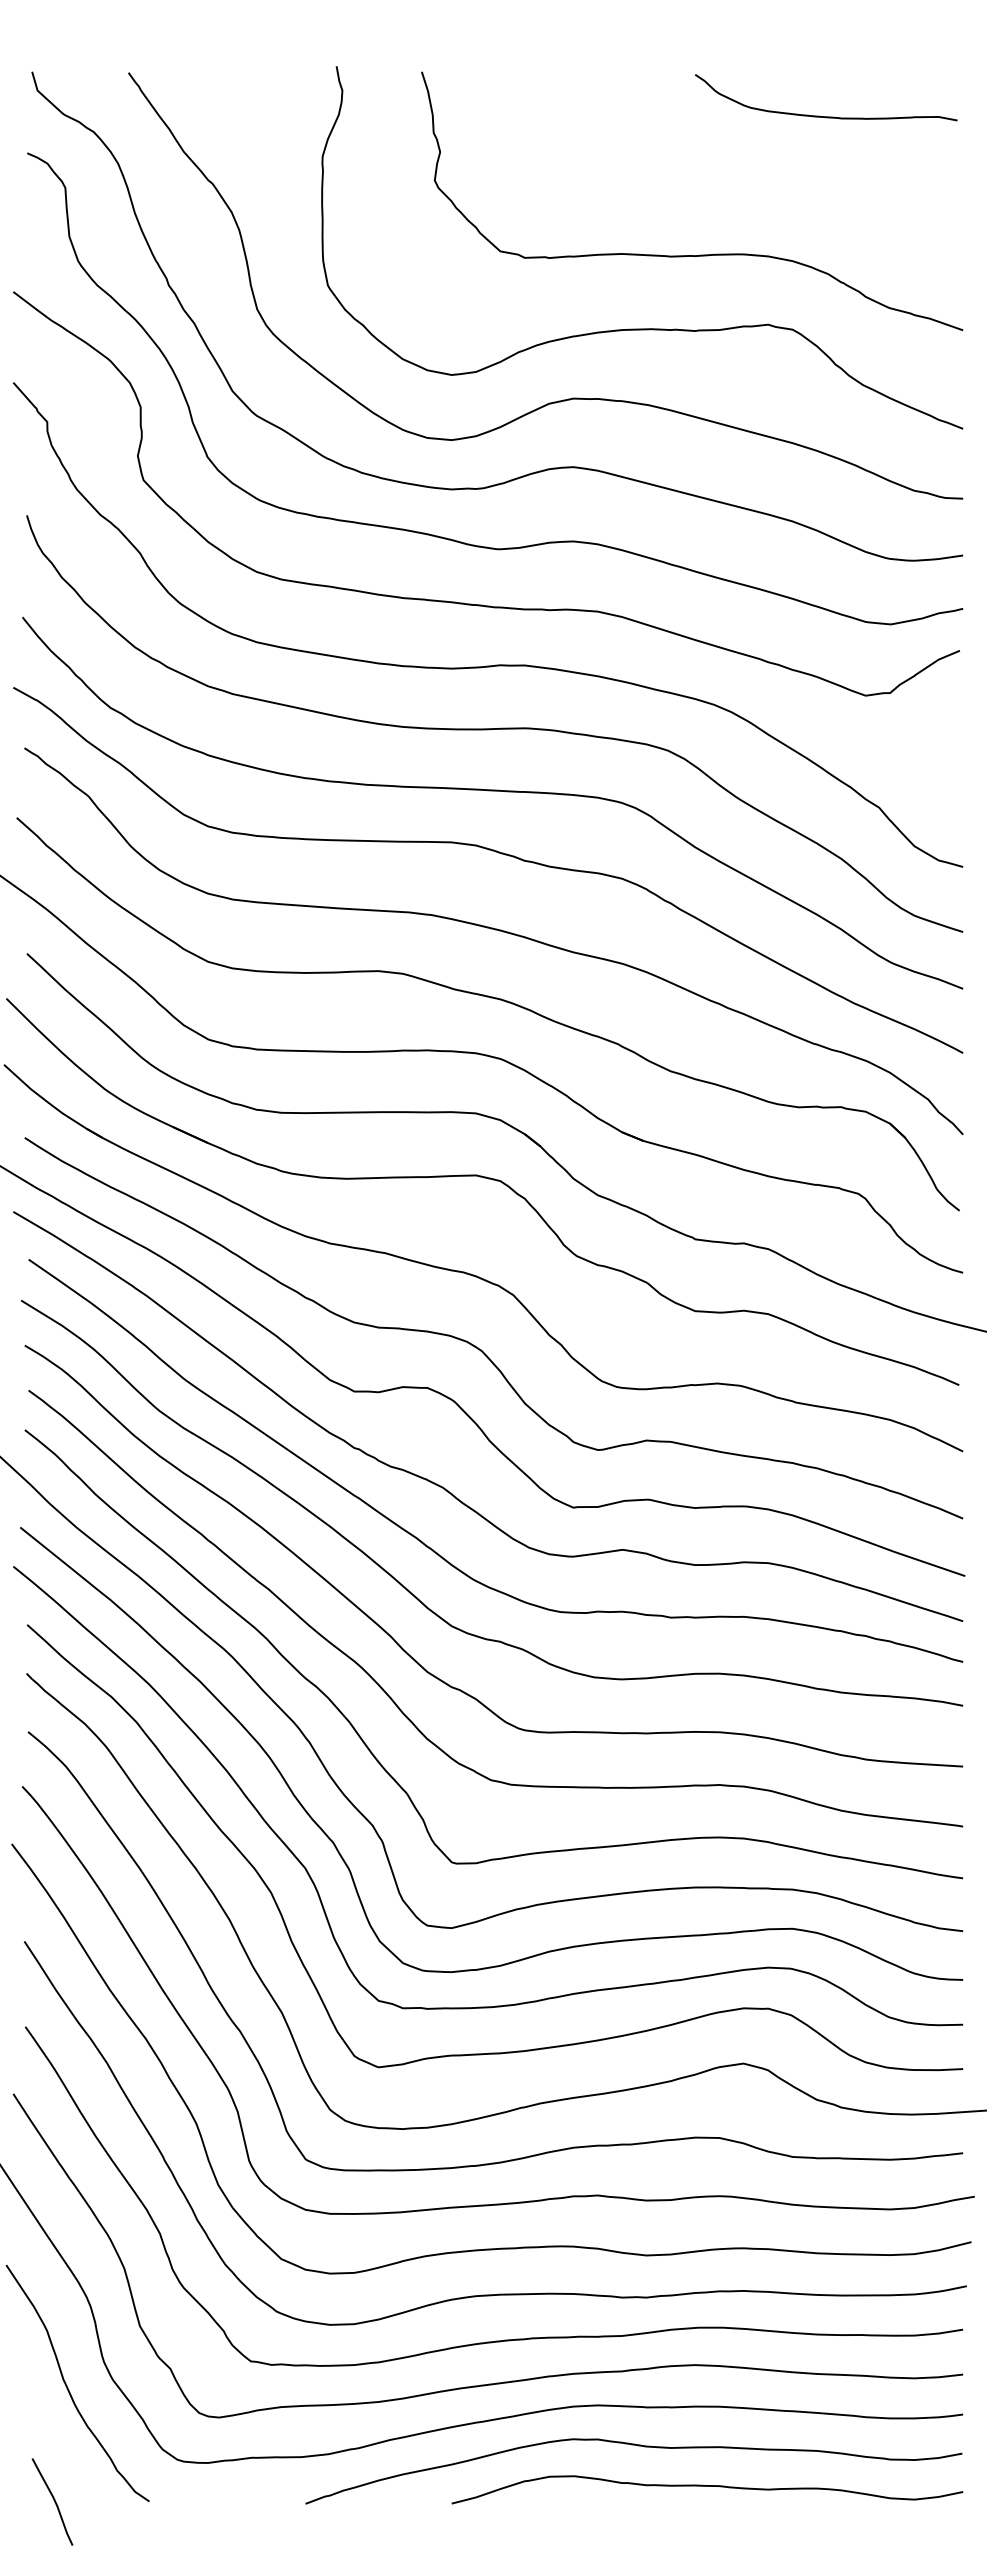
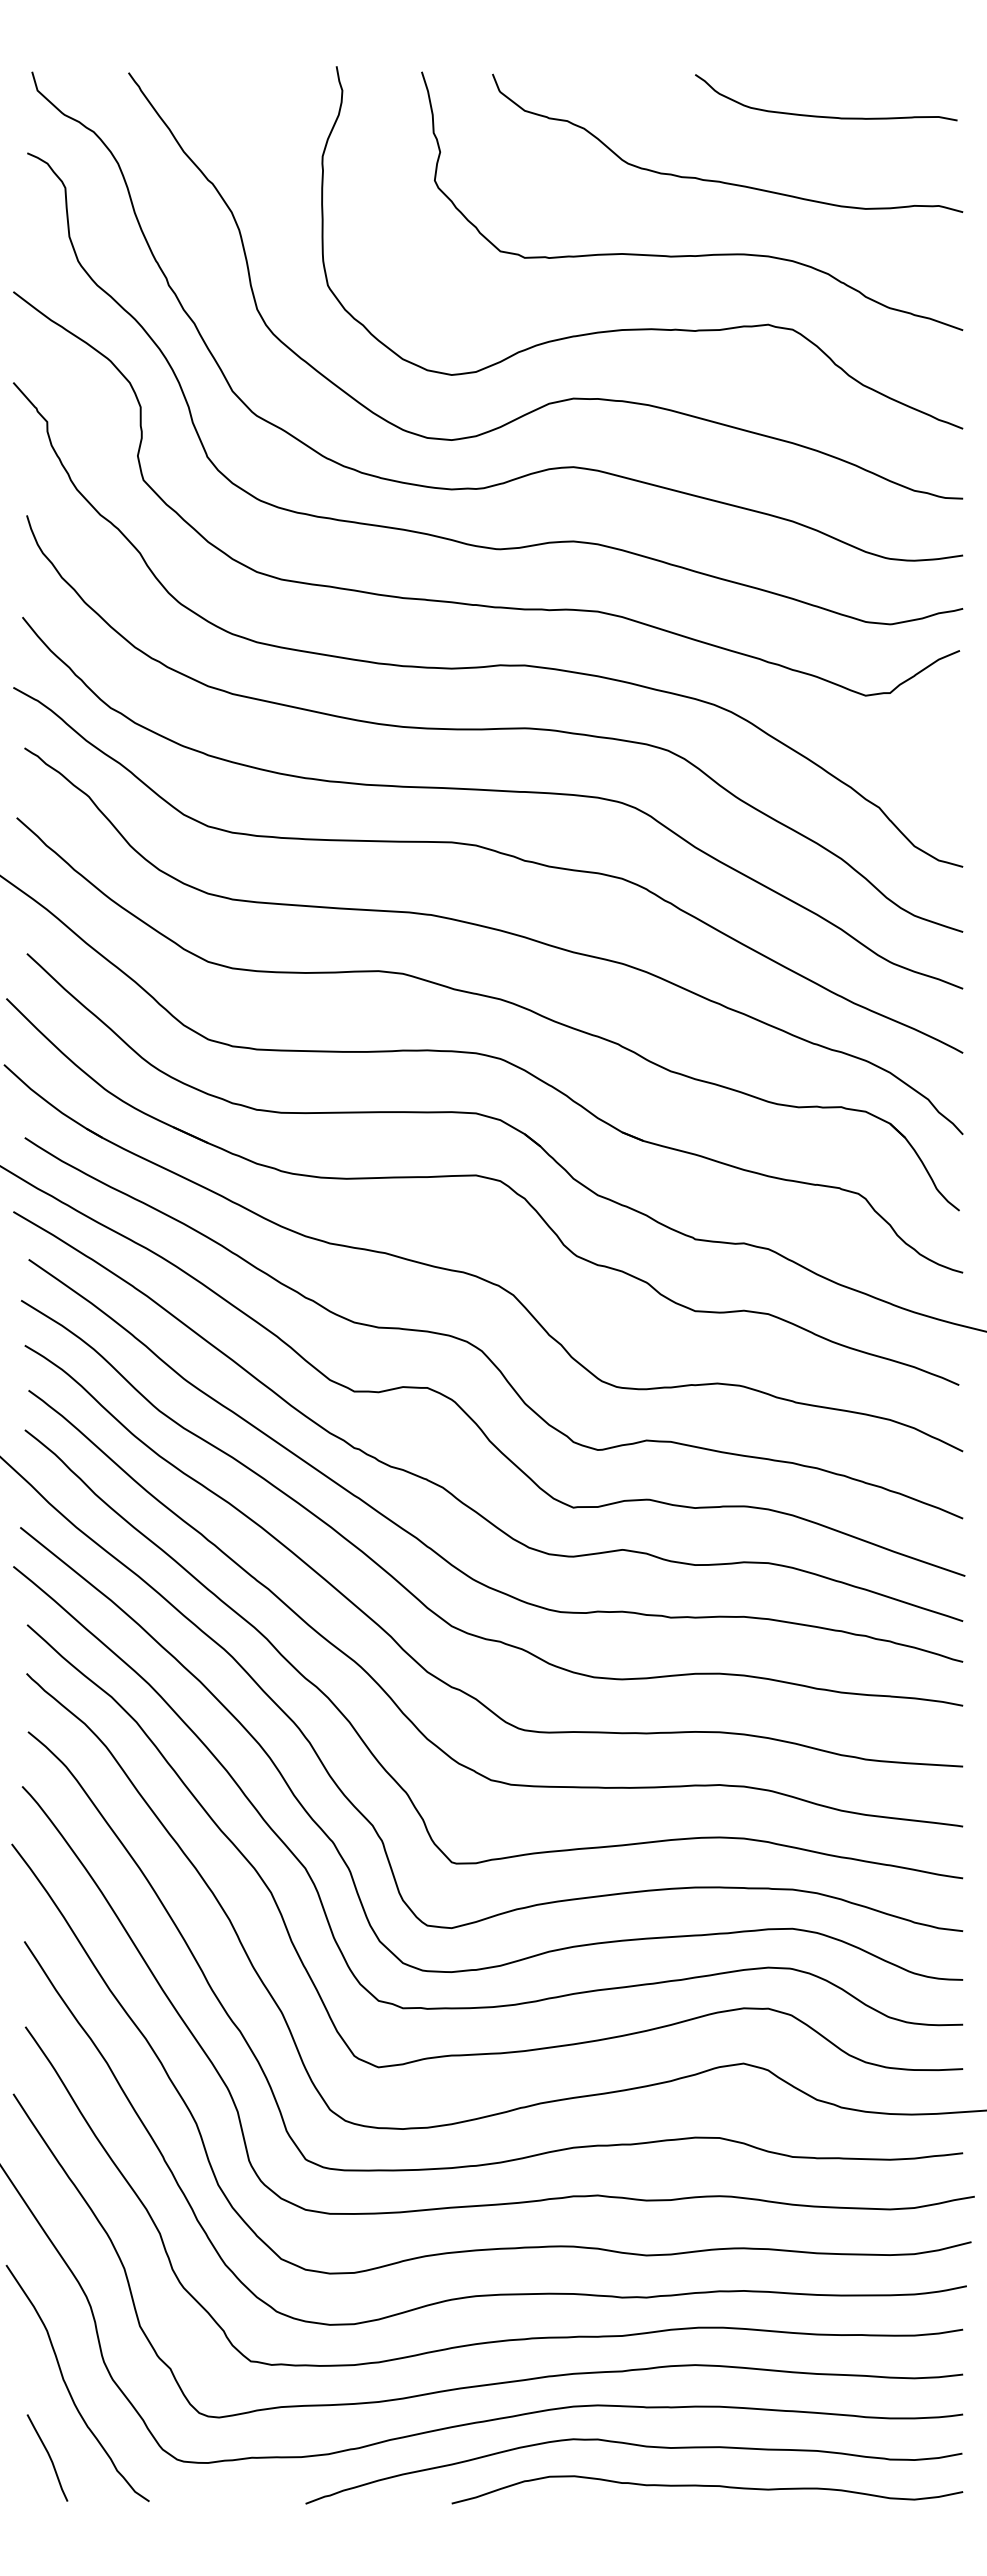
curve at (719, 180): none -> present
curve at (53, 2500) position: (53, 2500) -> (48, 2456)
